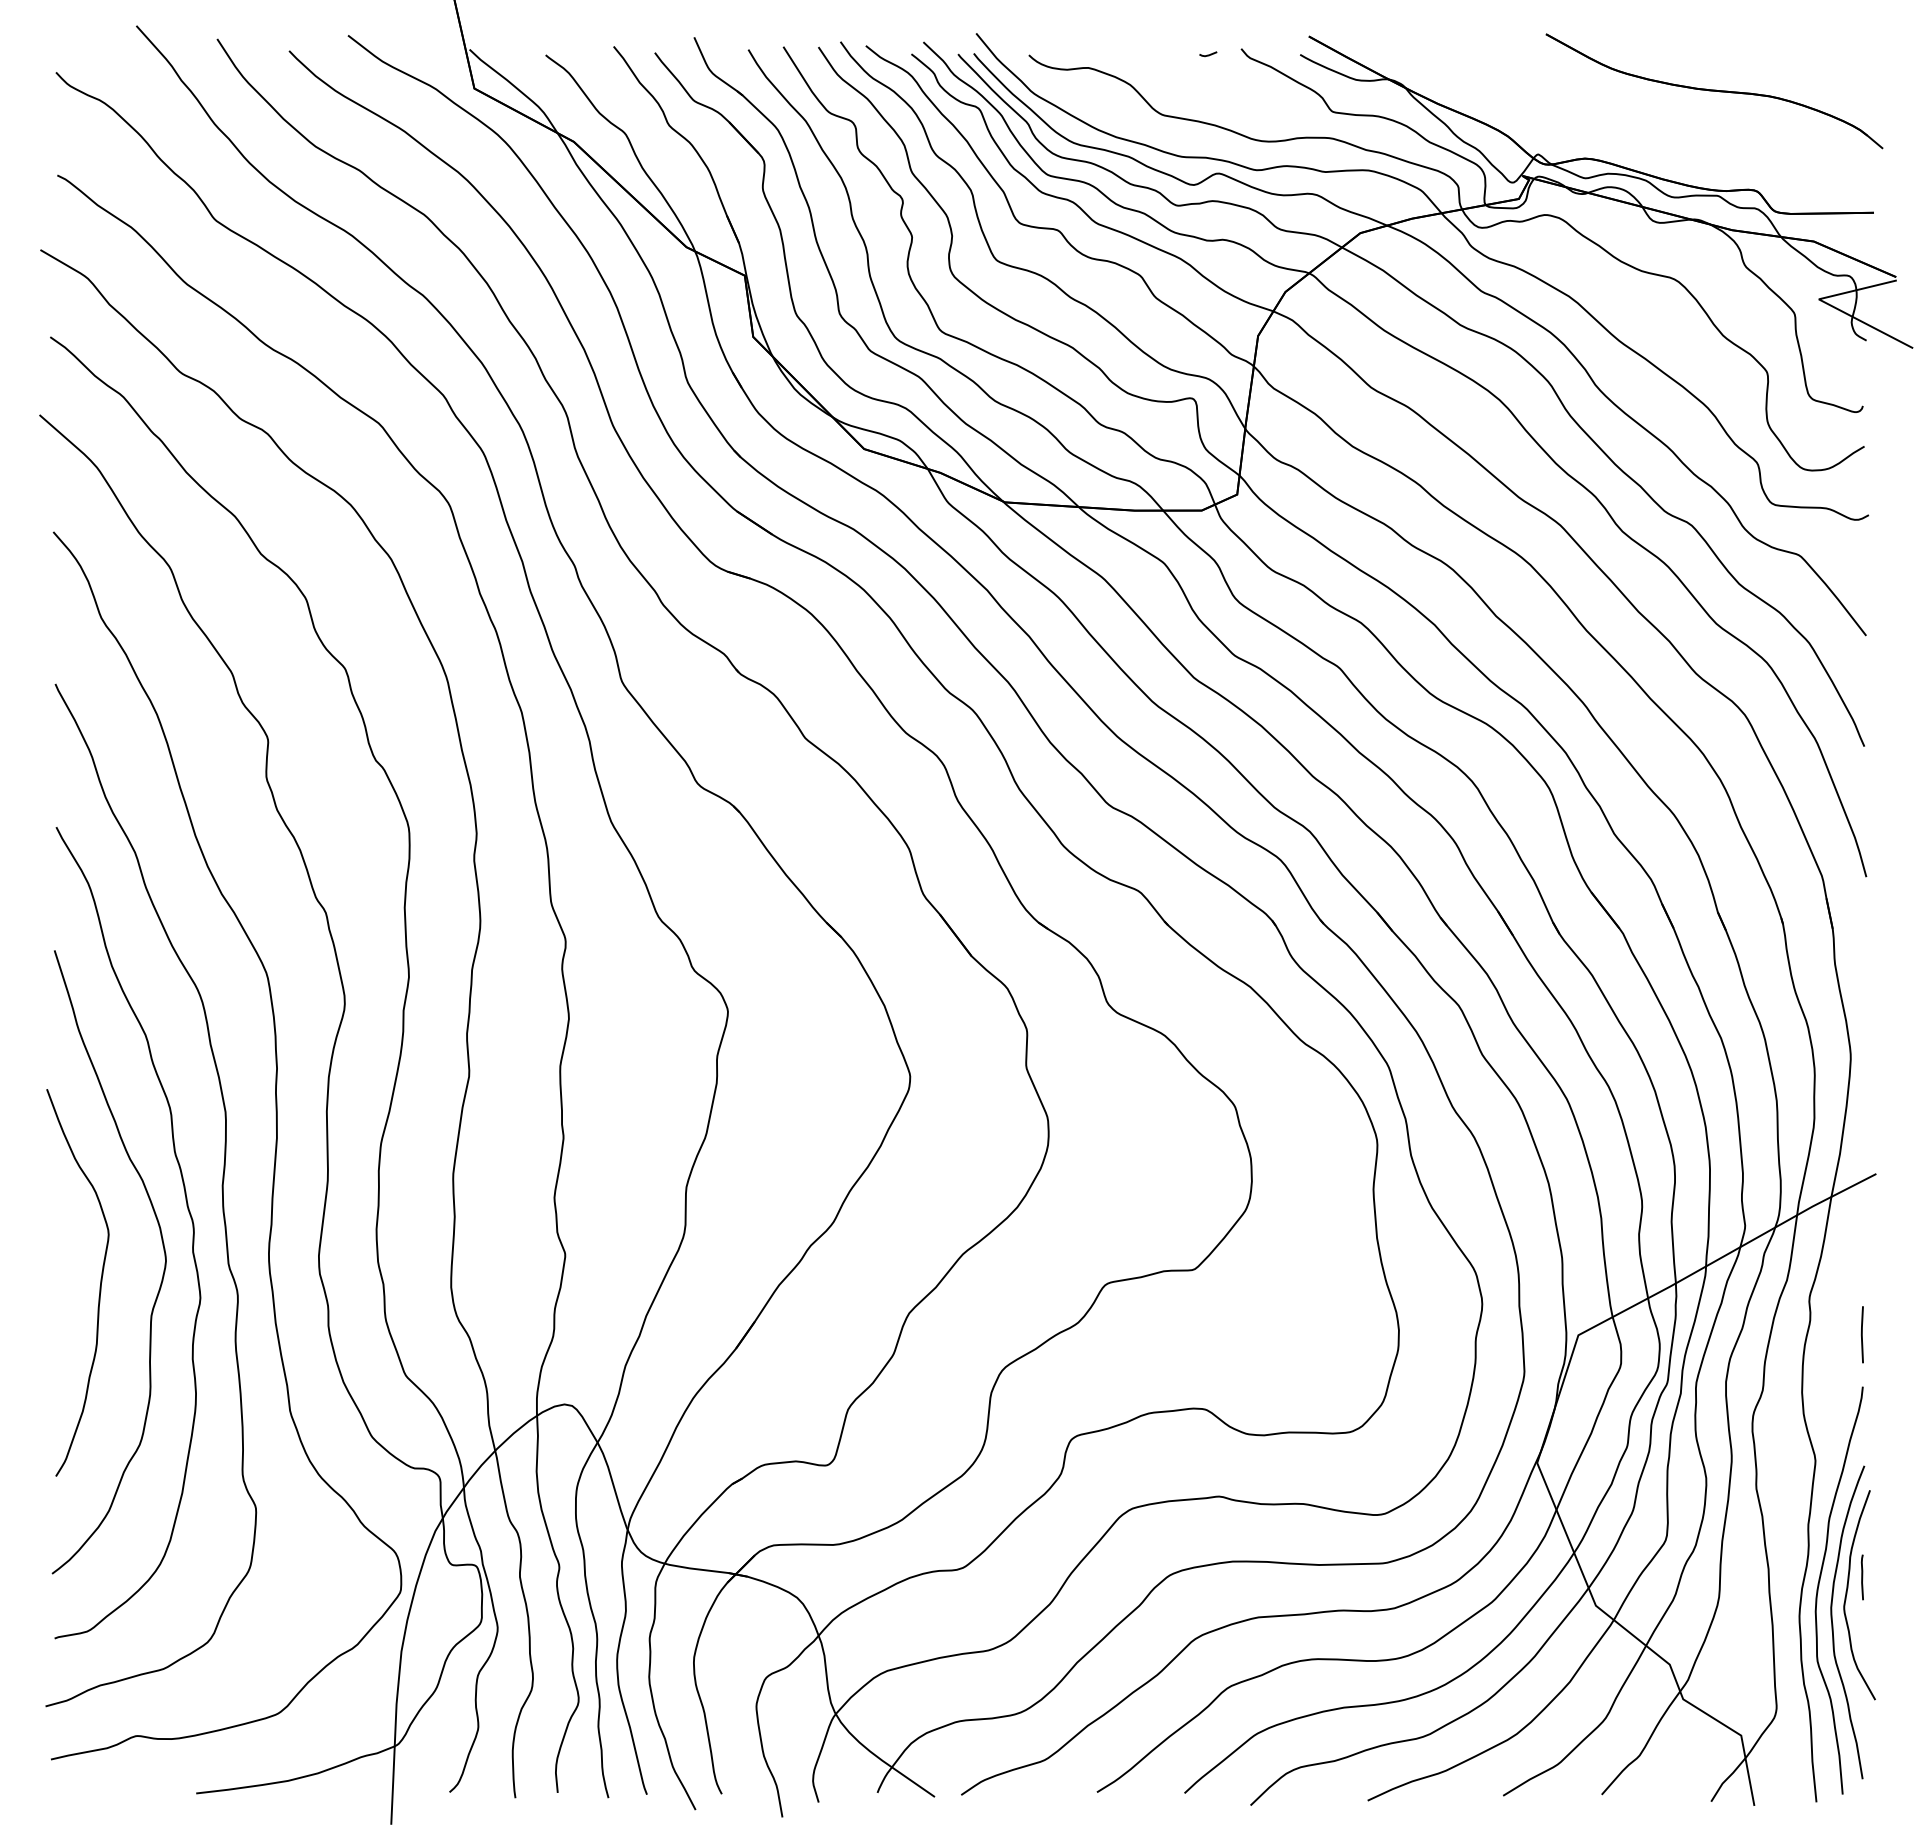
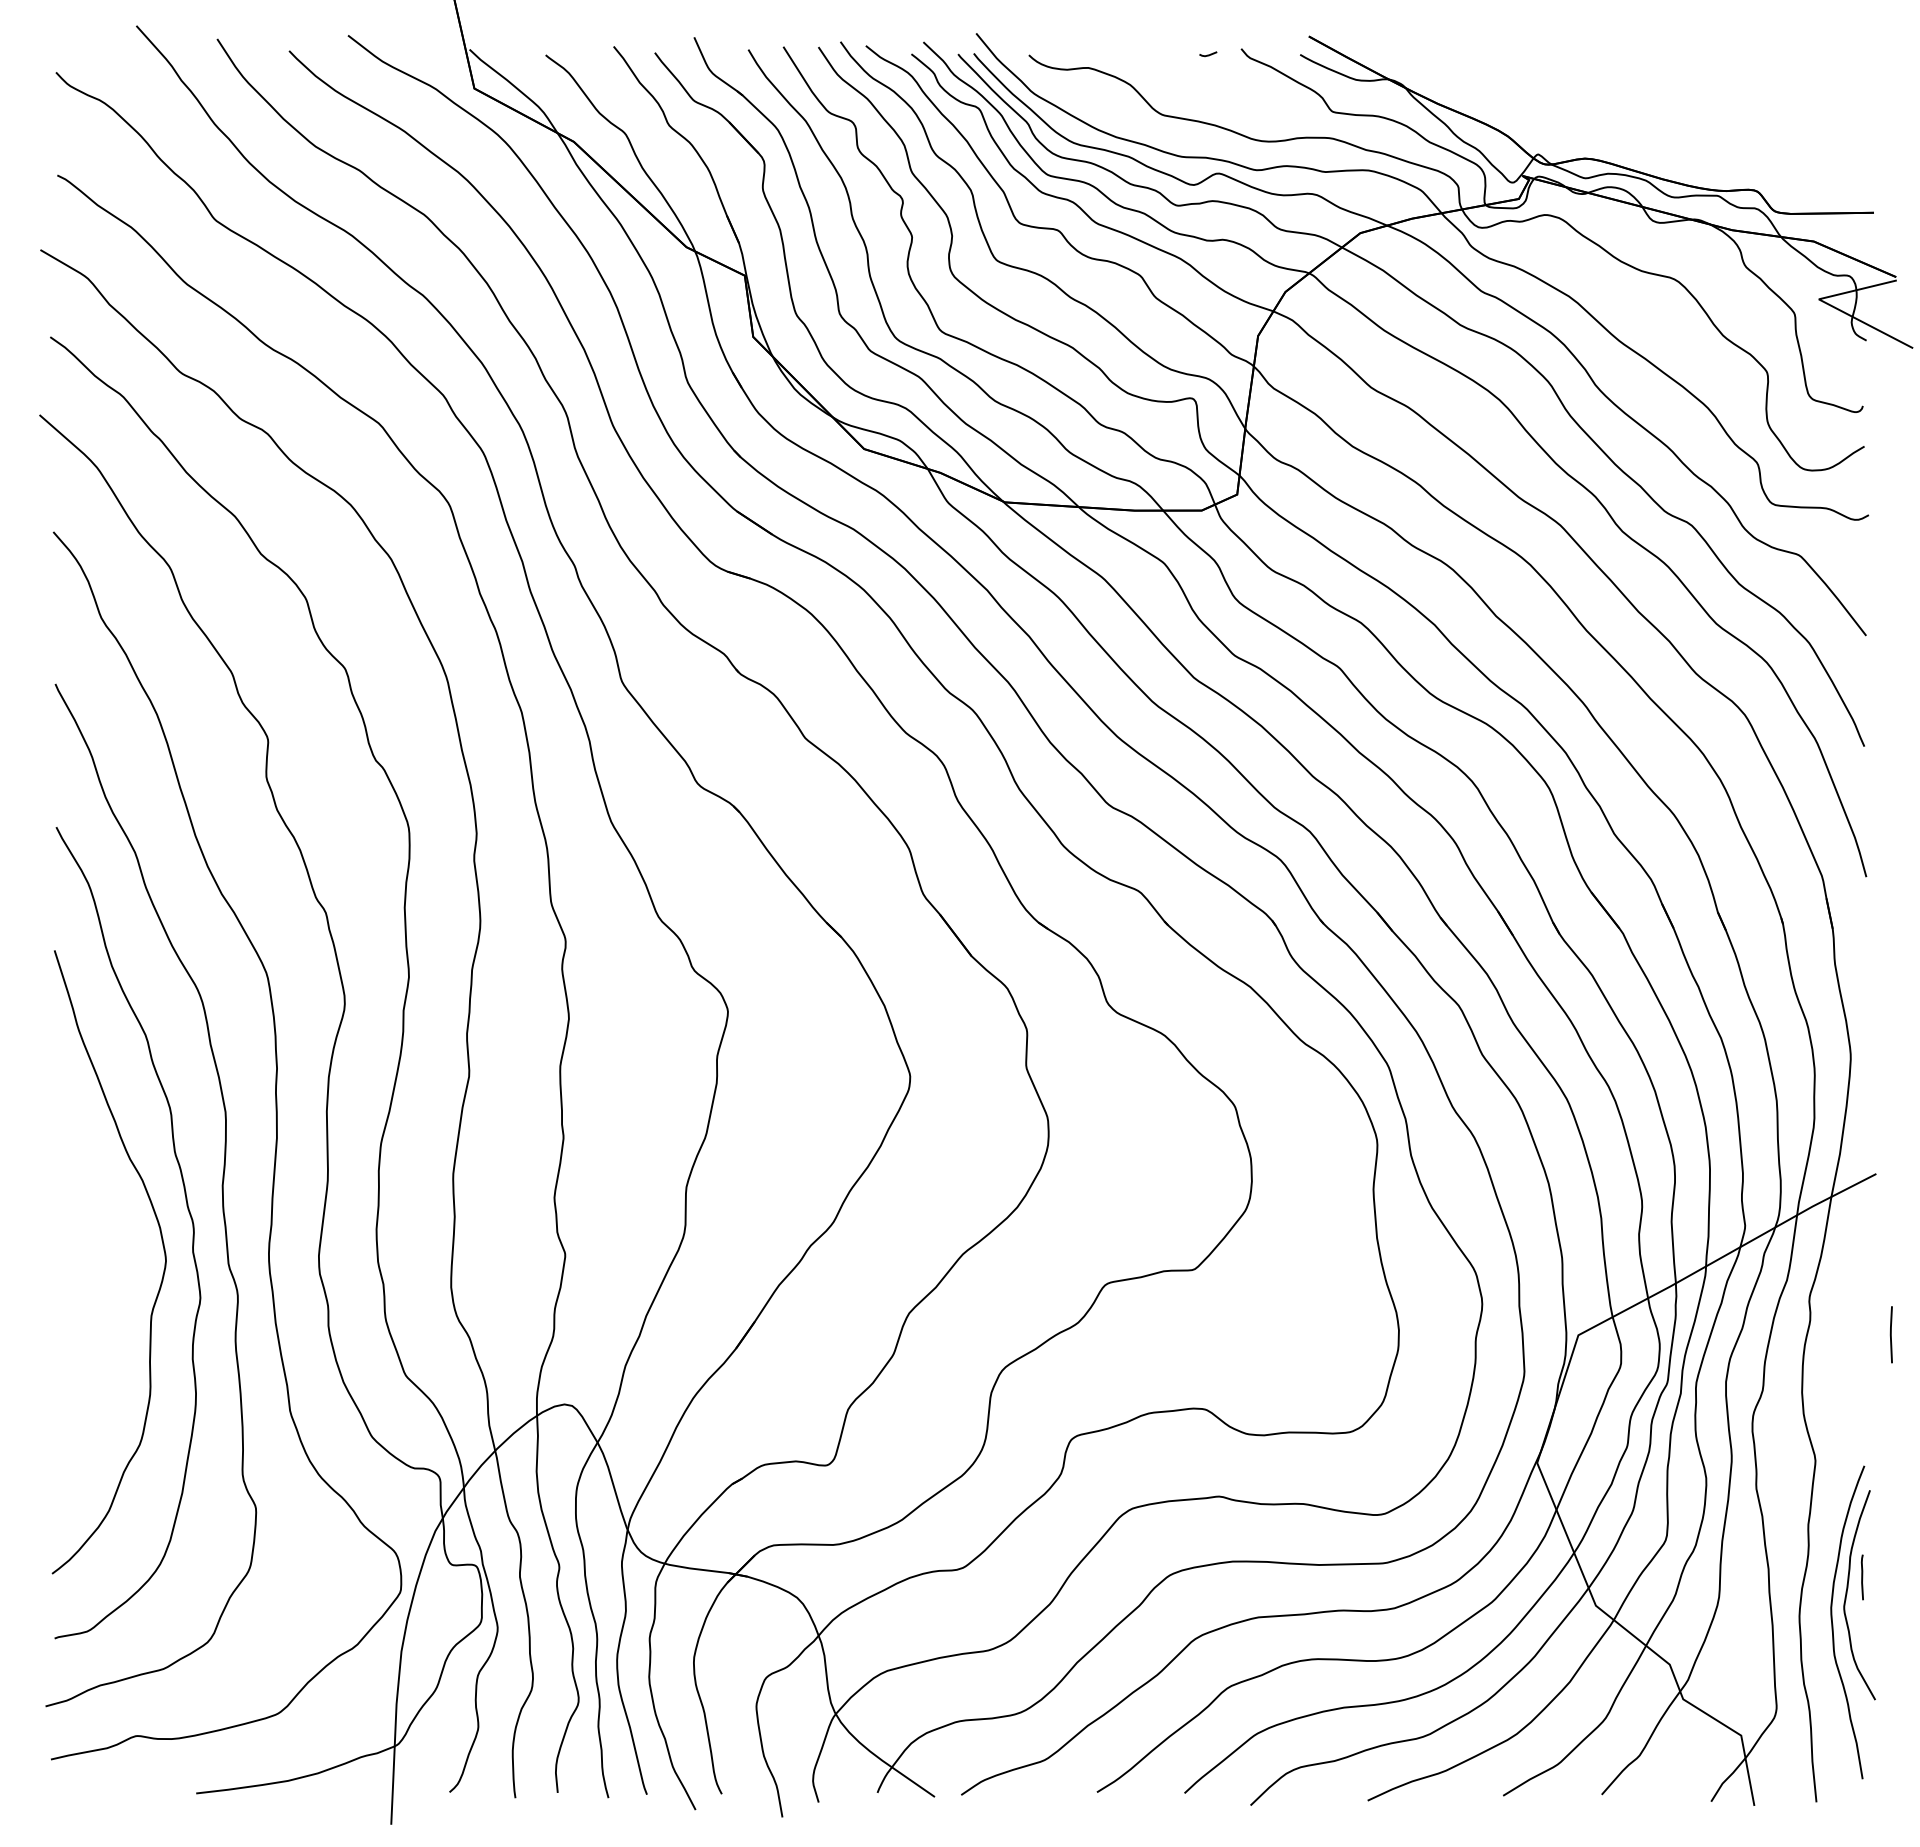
part at (1714, 91): present -> none
curve at (99, 1286): present -> none
line at (1861, 1334) position: (1861, 1334) -> (1890, 1334)
curve at (1819, 1586): present -> none
